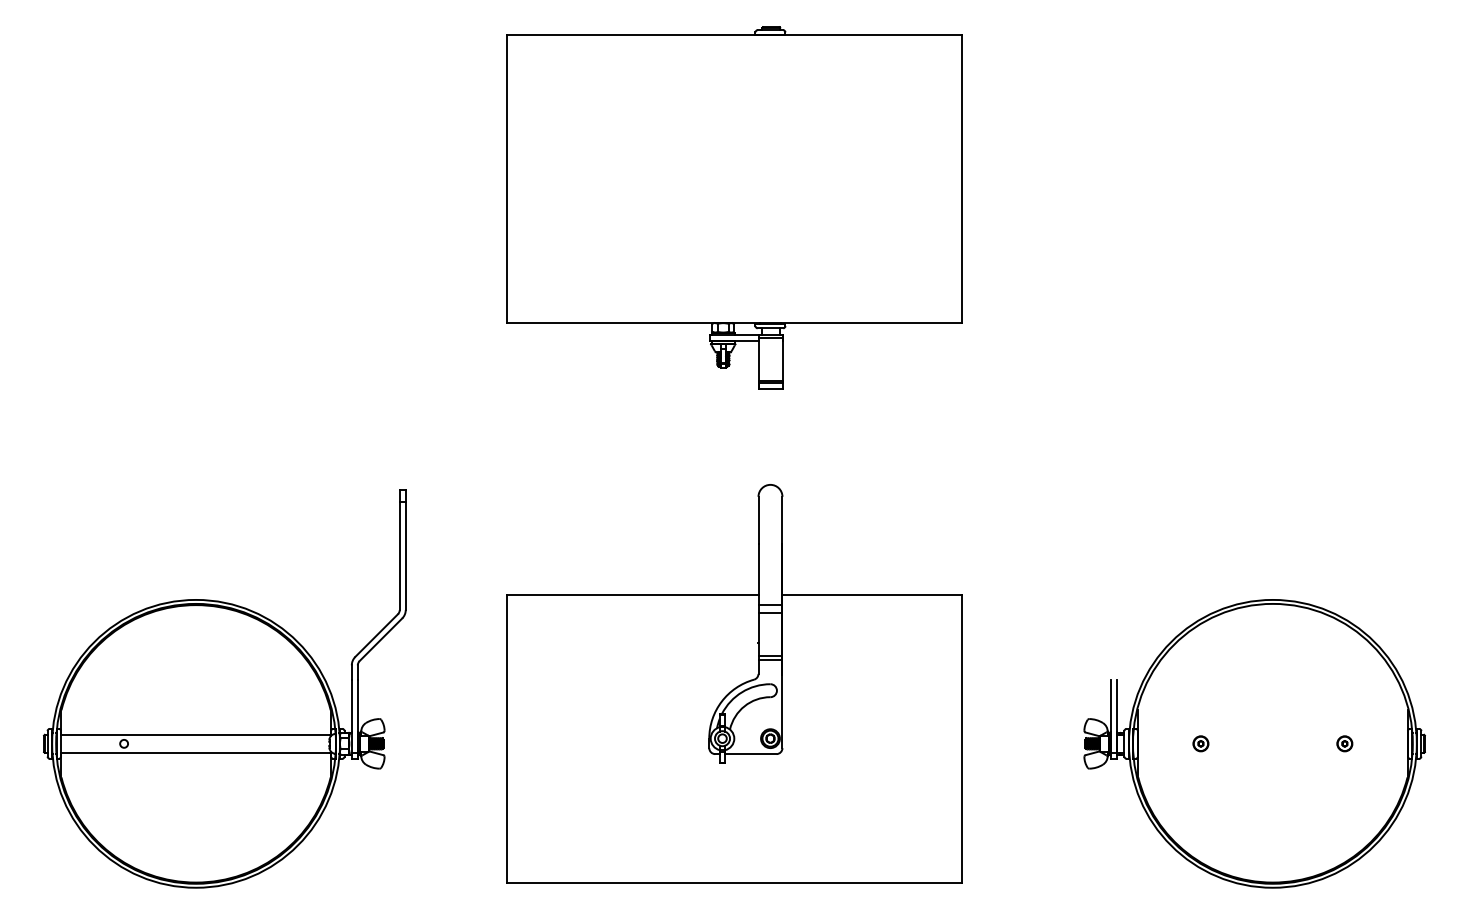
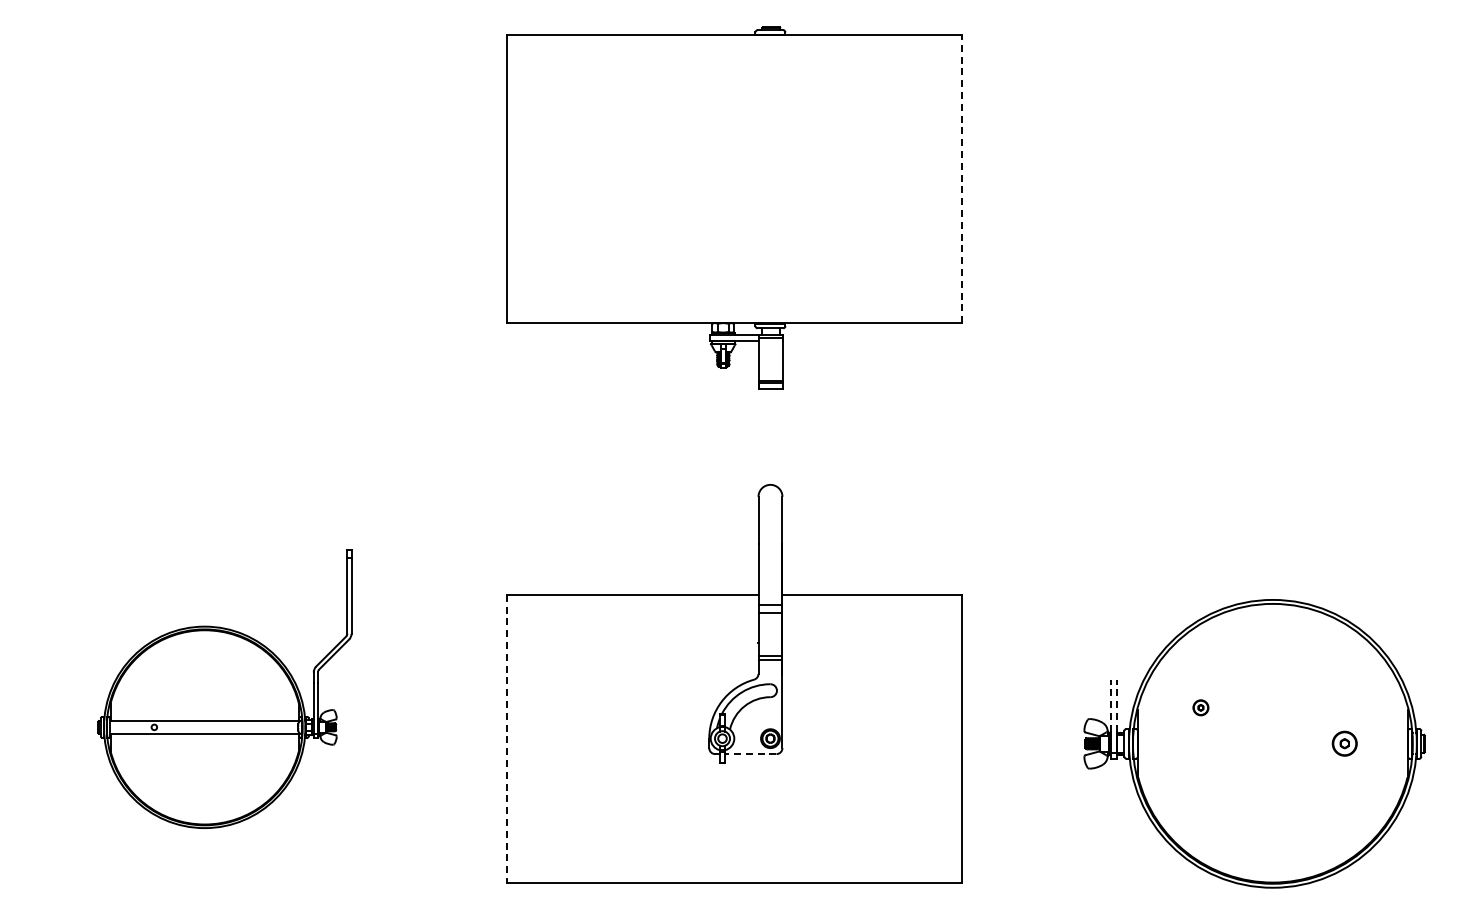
line at (962, 179): solid -> dashed
part at (224, 688) size: 364x400 px -> 256x280 px
line at (1111, 705): solid -> dashed
line at (1117, 705): solid -> dashed
line at (506, 738): solid -> dashed
part at (1200, 743) position: (1200, 743) -> (1200, 707)
part at (1344, 743) size: 18x18 px -> 27x27 px
line at (750, 754): solid -> dashed
